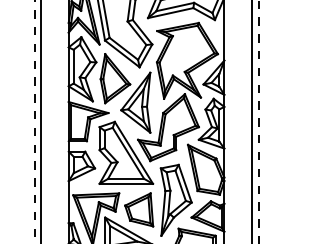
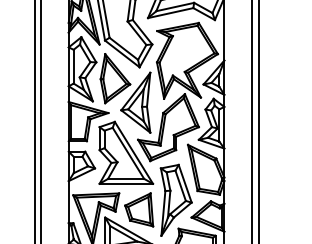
line at (34, 121): dashed -> solid
line at (258, 122): dashed -> solid
